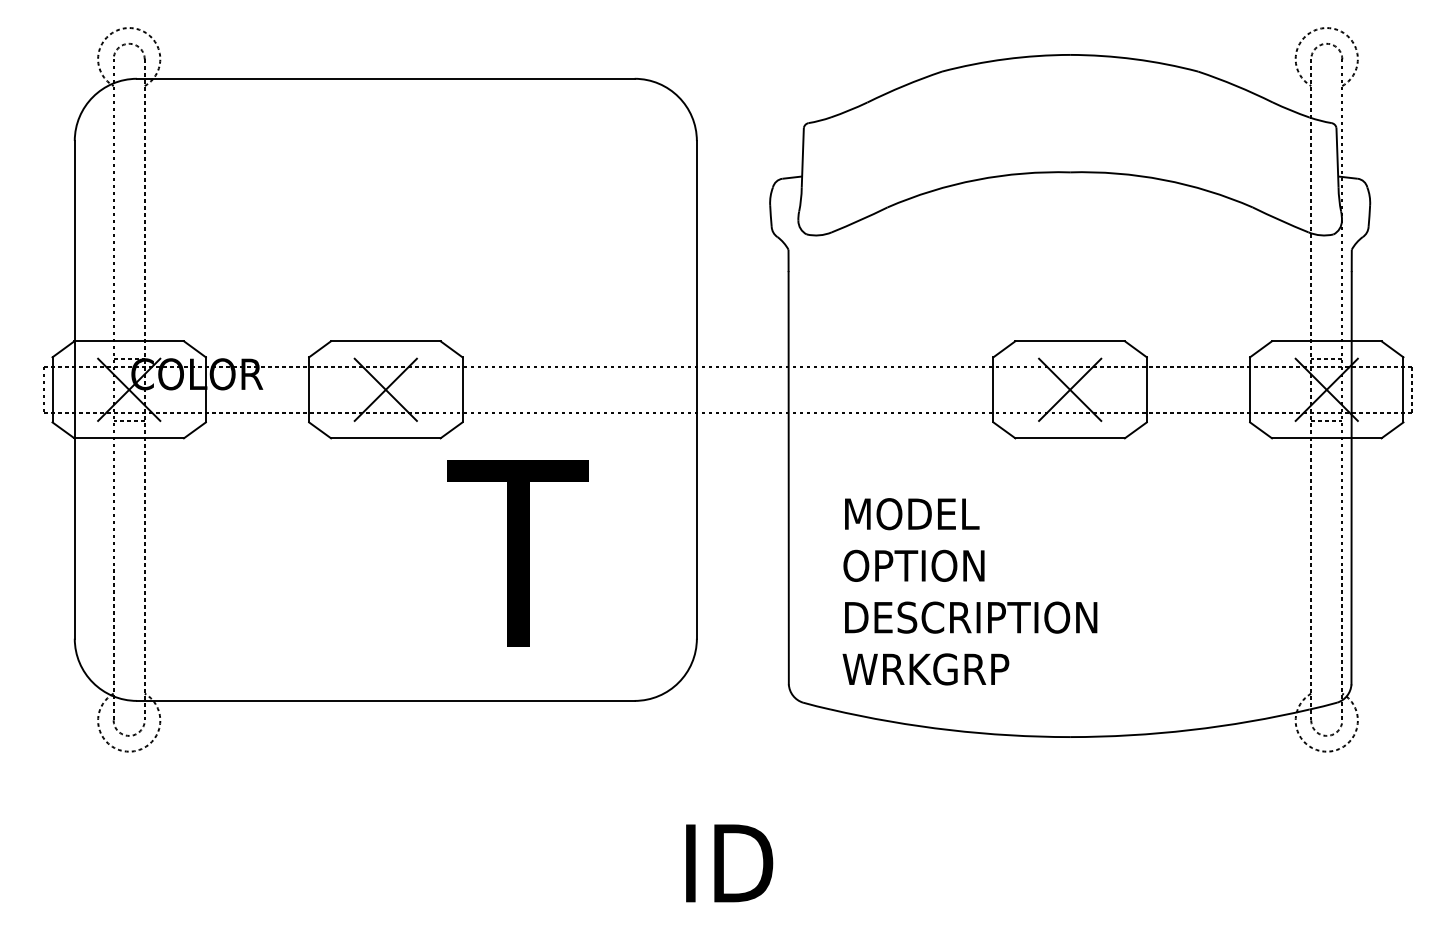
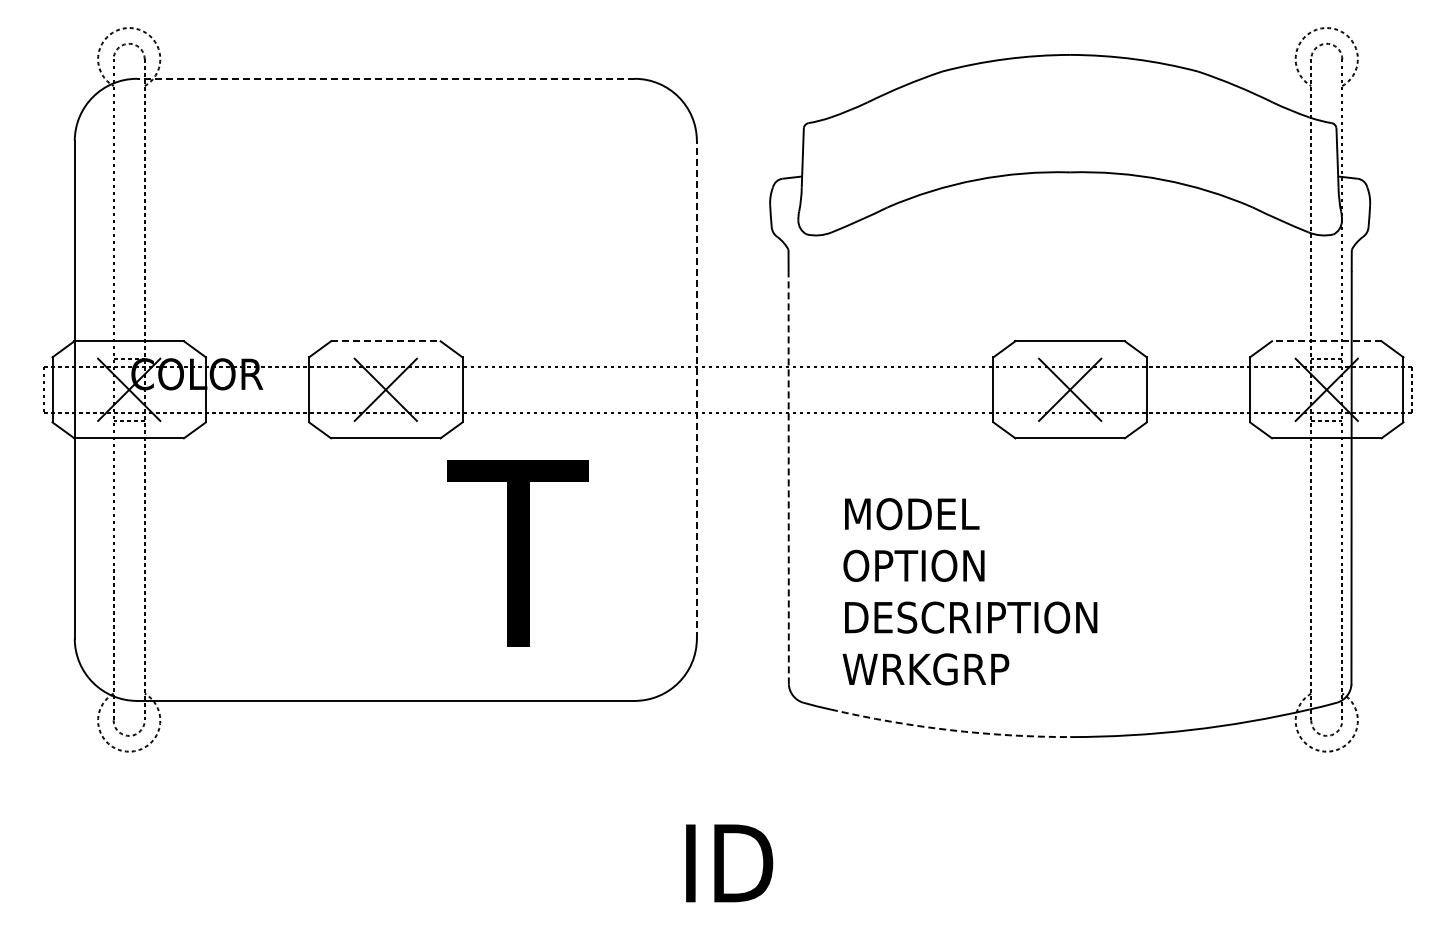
line at (385, 78): solid -> dashed
line at (385, 341): solid -> dashed
line at (1326, 341): solid -> dashed
line at (696, 389): solid -> dashed
line at (788, 477): solid -> dashed
arc at (949, 730): solid -> dashed
